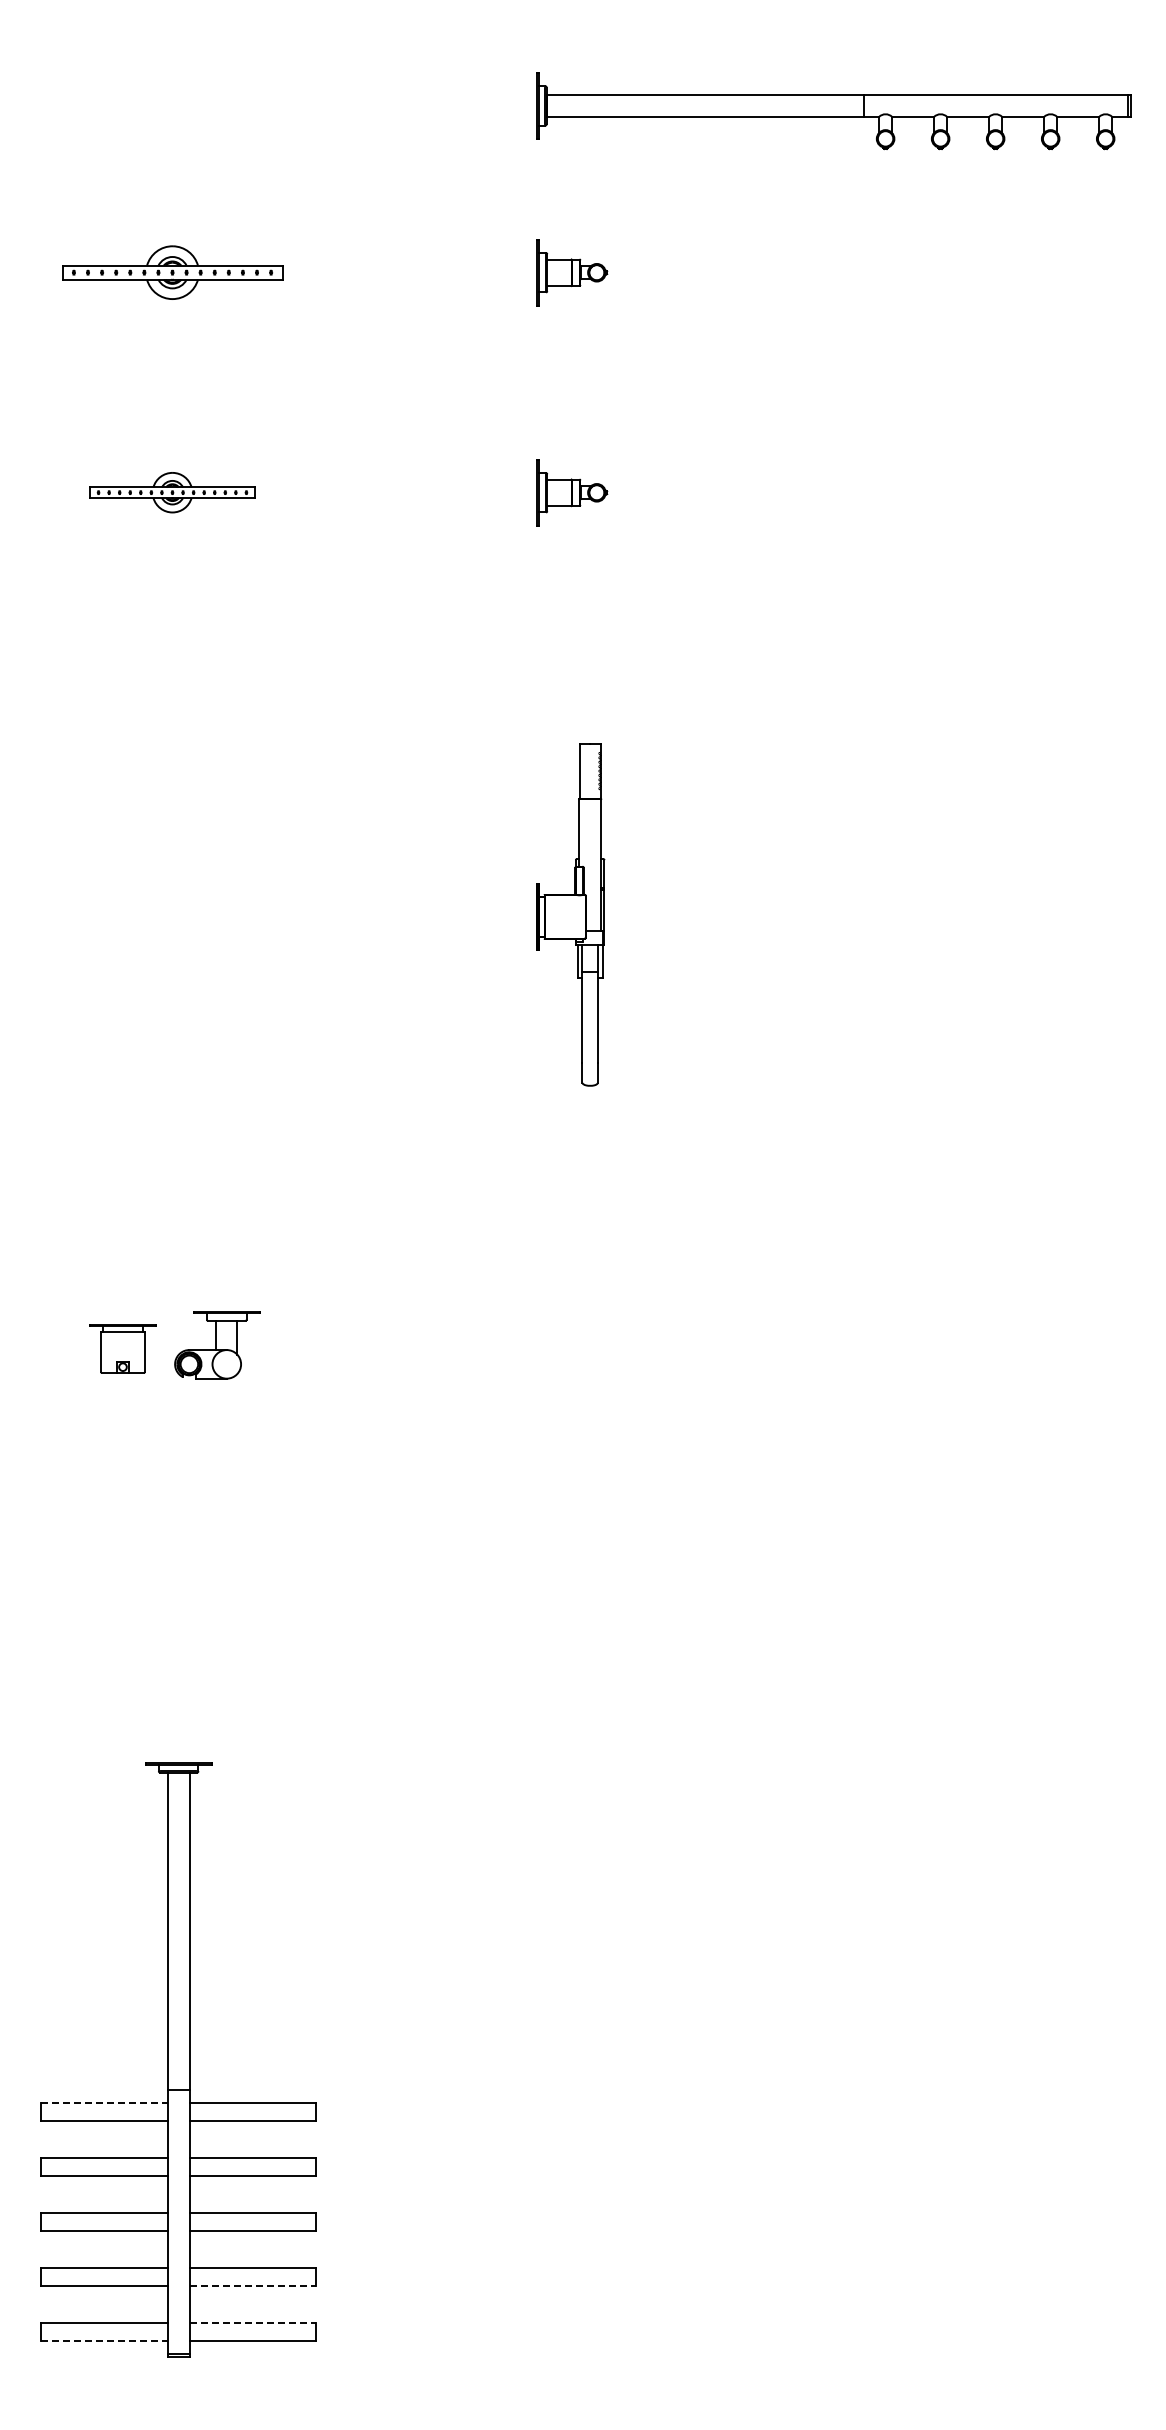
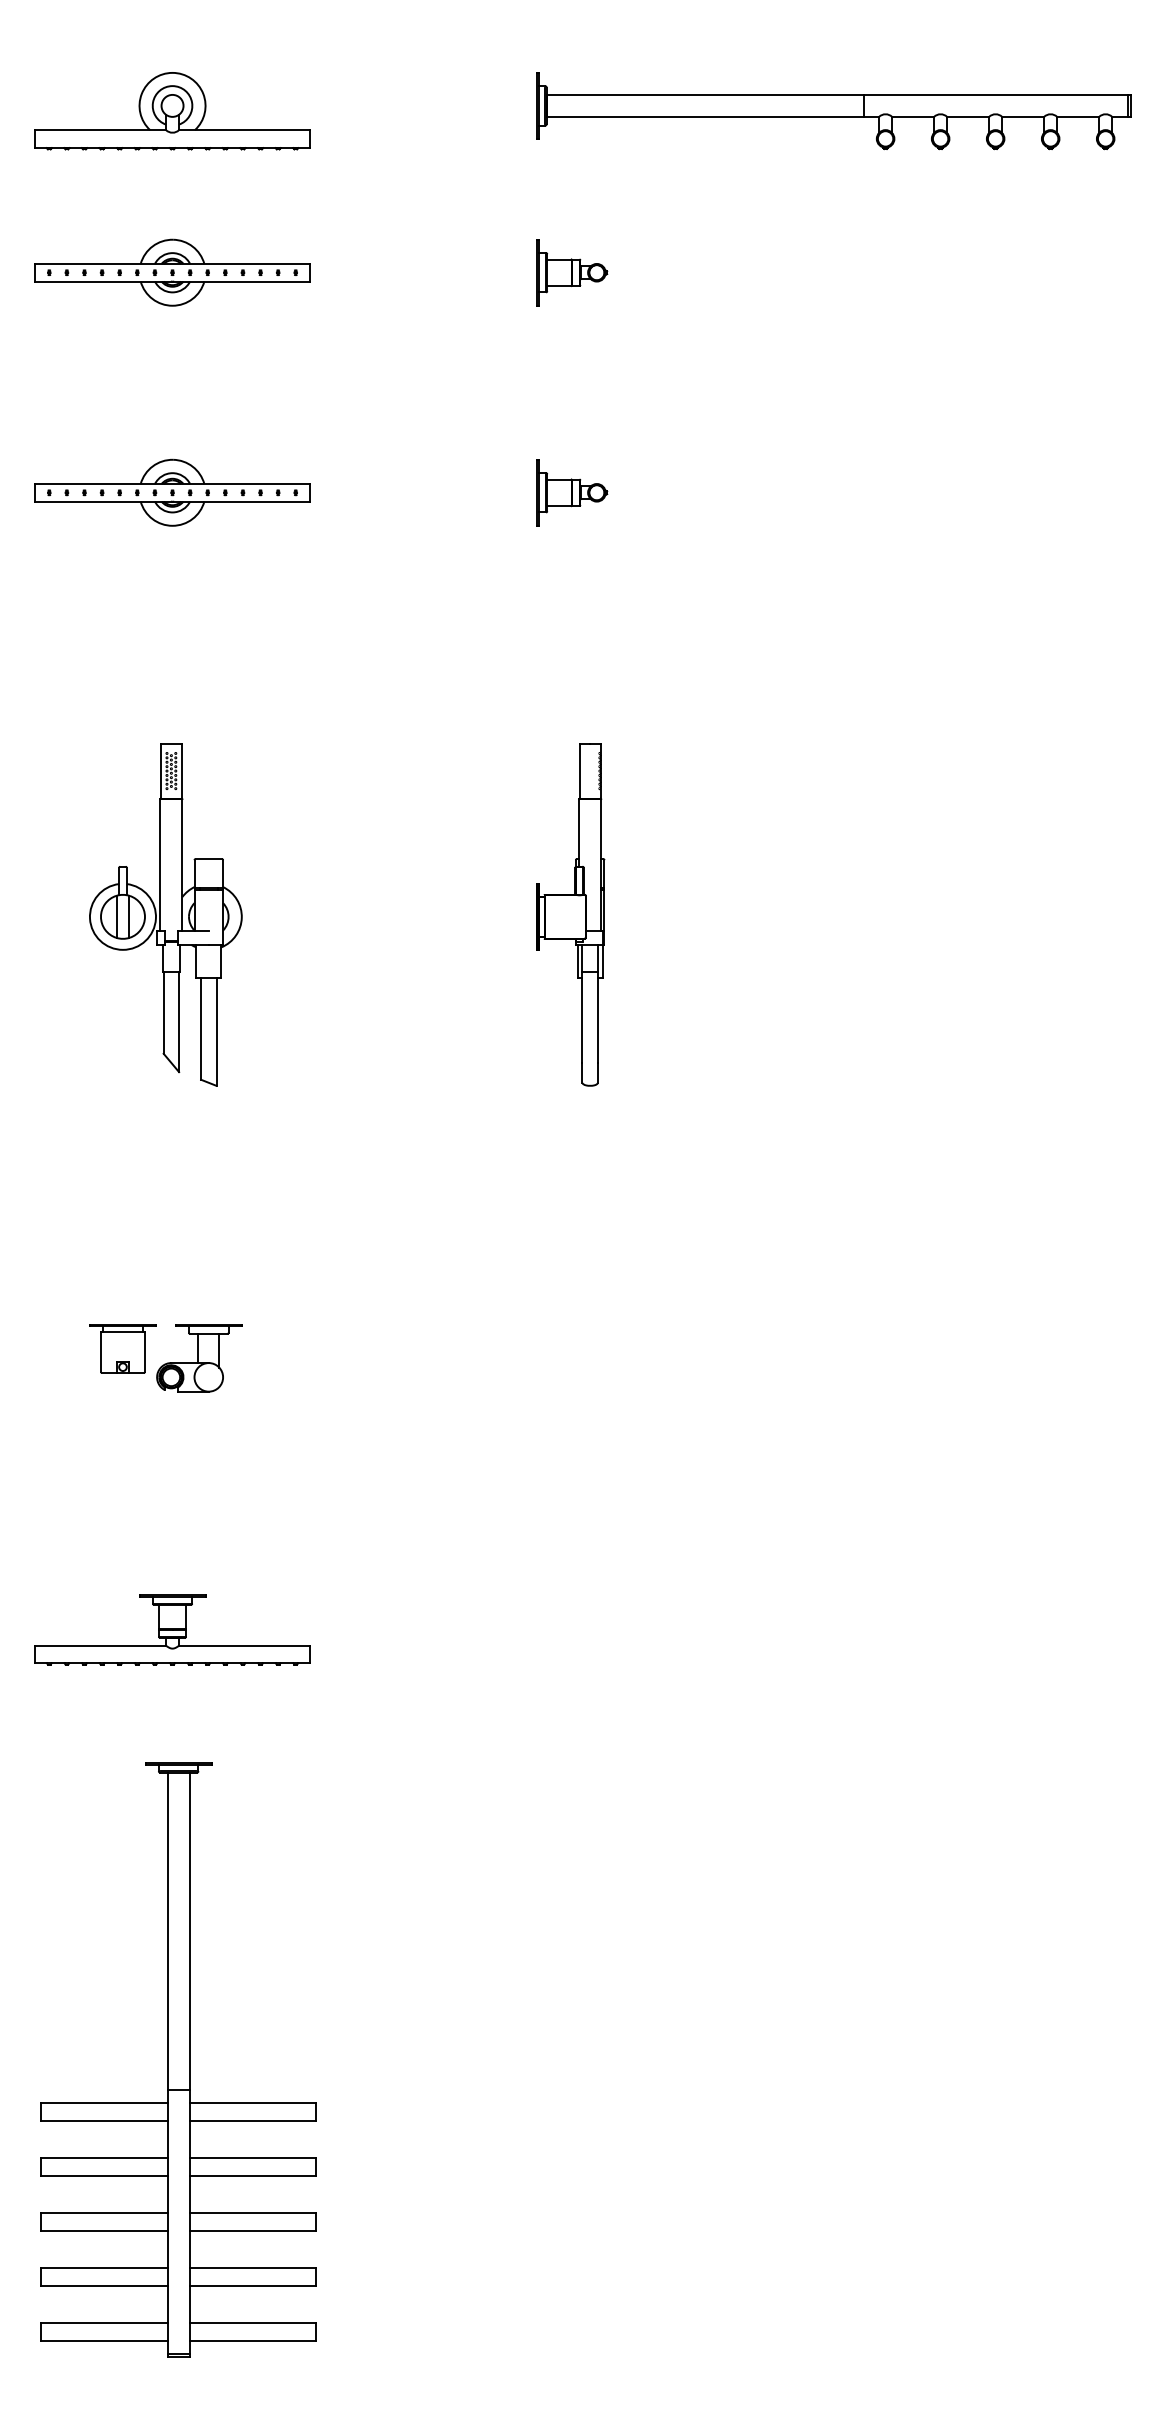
part at (172, 111): none -> present
part at (172, 272) size: 222x55 px -> 277x69 px
part at (172, 492) size: 167x42 px -> 277x69 px
part at (165, 914): none -> present
part at (217, 1345) position: (217, 1345) -> (199, 1358)
part at (172, 1629): none -> present
line at (104, 2102): dashed -> solid
line at (253, 2285): dashed -> solid
line at (253, 2322): dashed -> solid
line at (104, 2340): dashed -> solid
